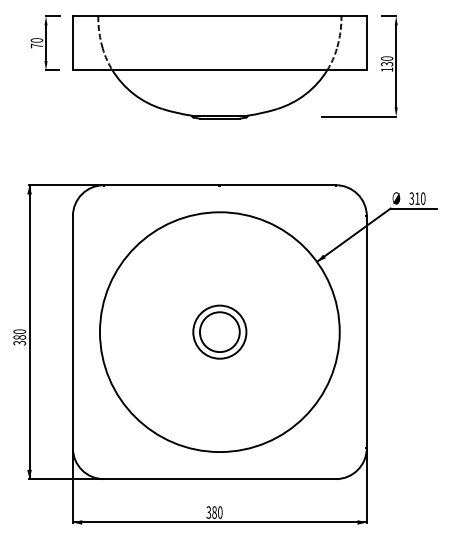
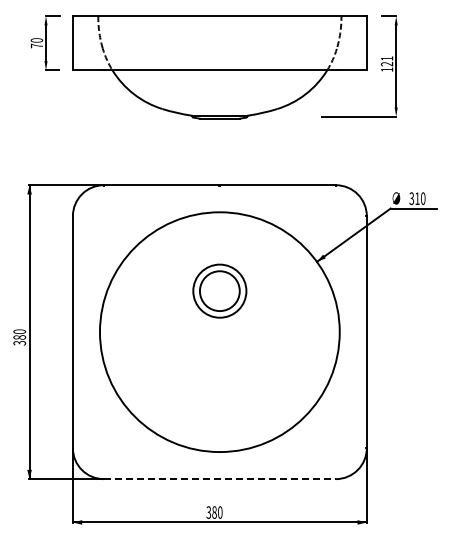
text at (387, 61): 130 -> 121
part at (219, 331) position: (219, 331) -> (219, 290)
line at (220, 479): solid -> dashed
